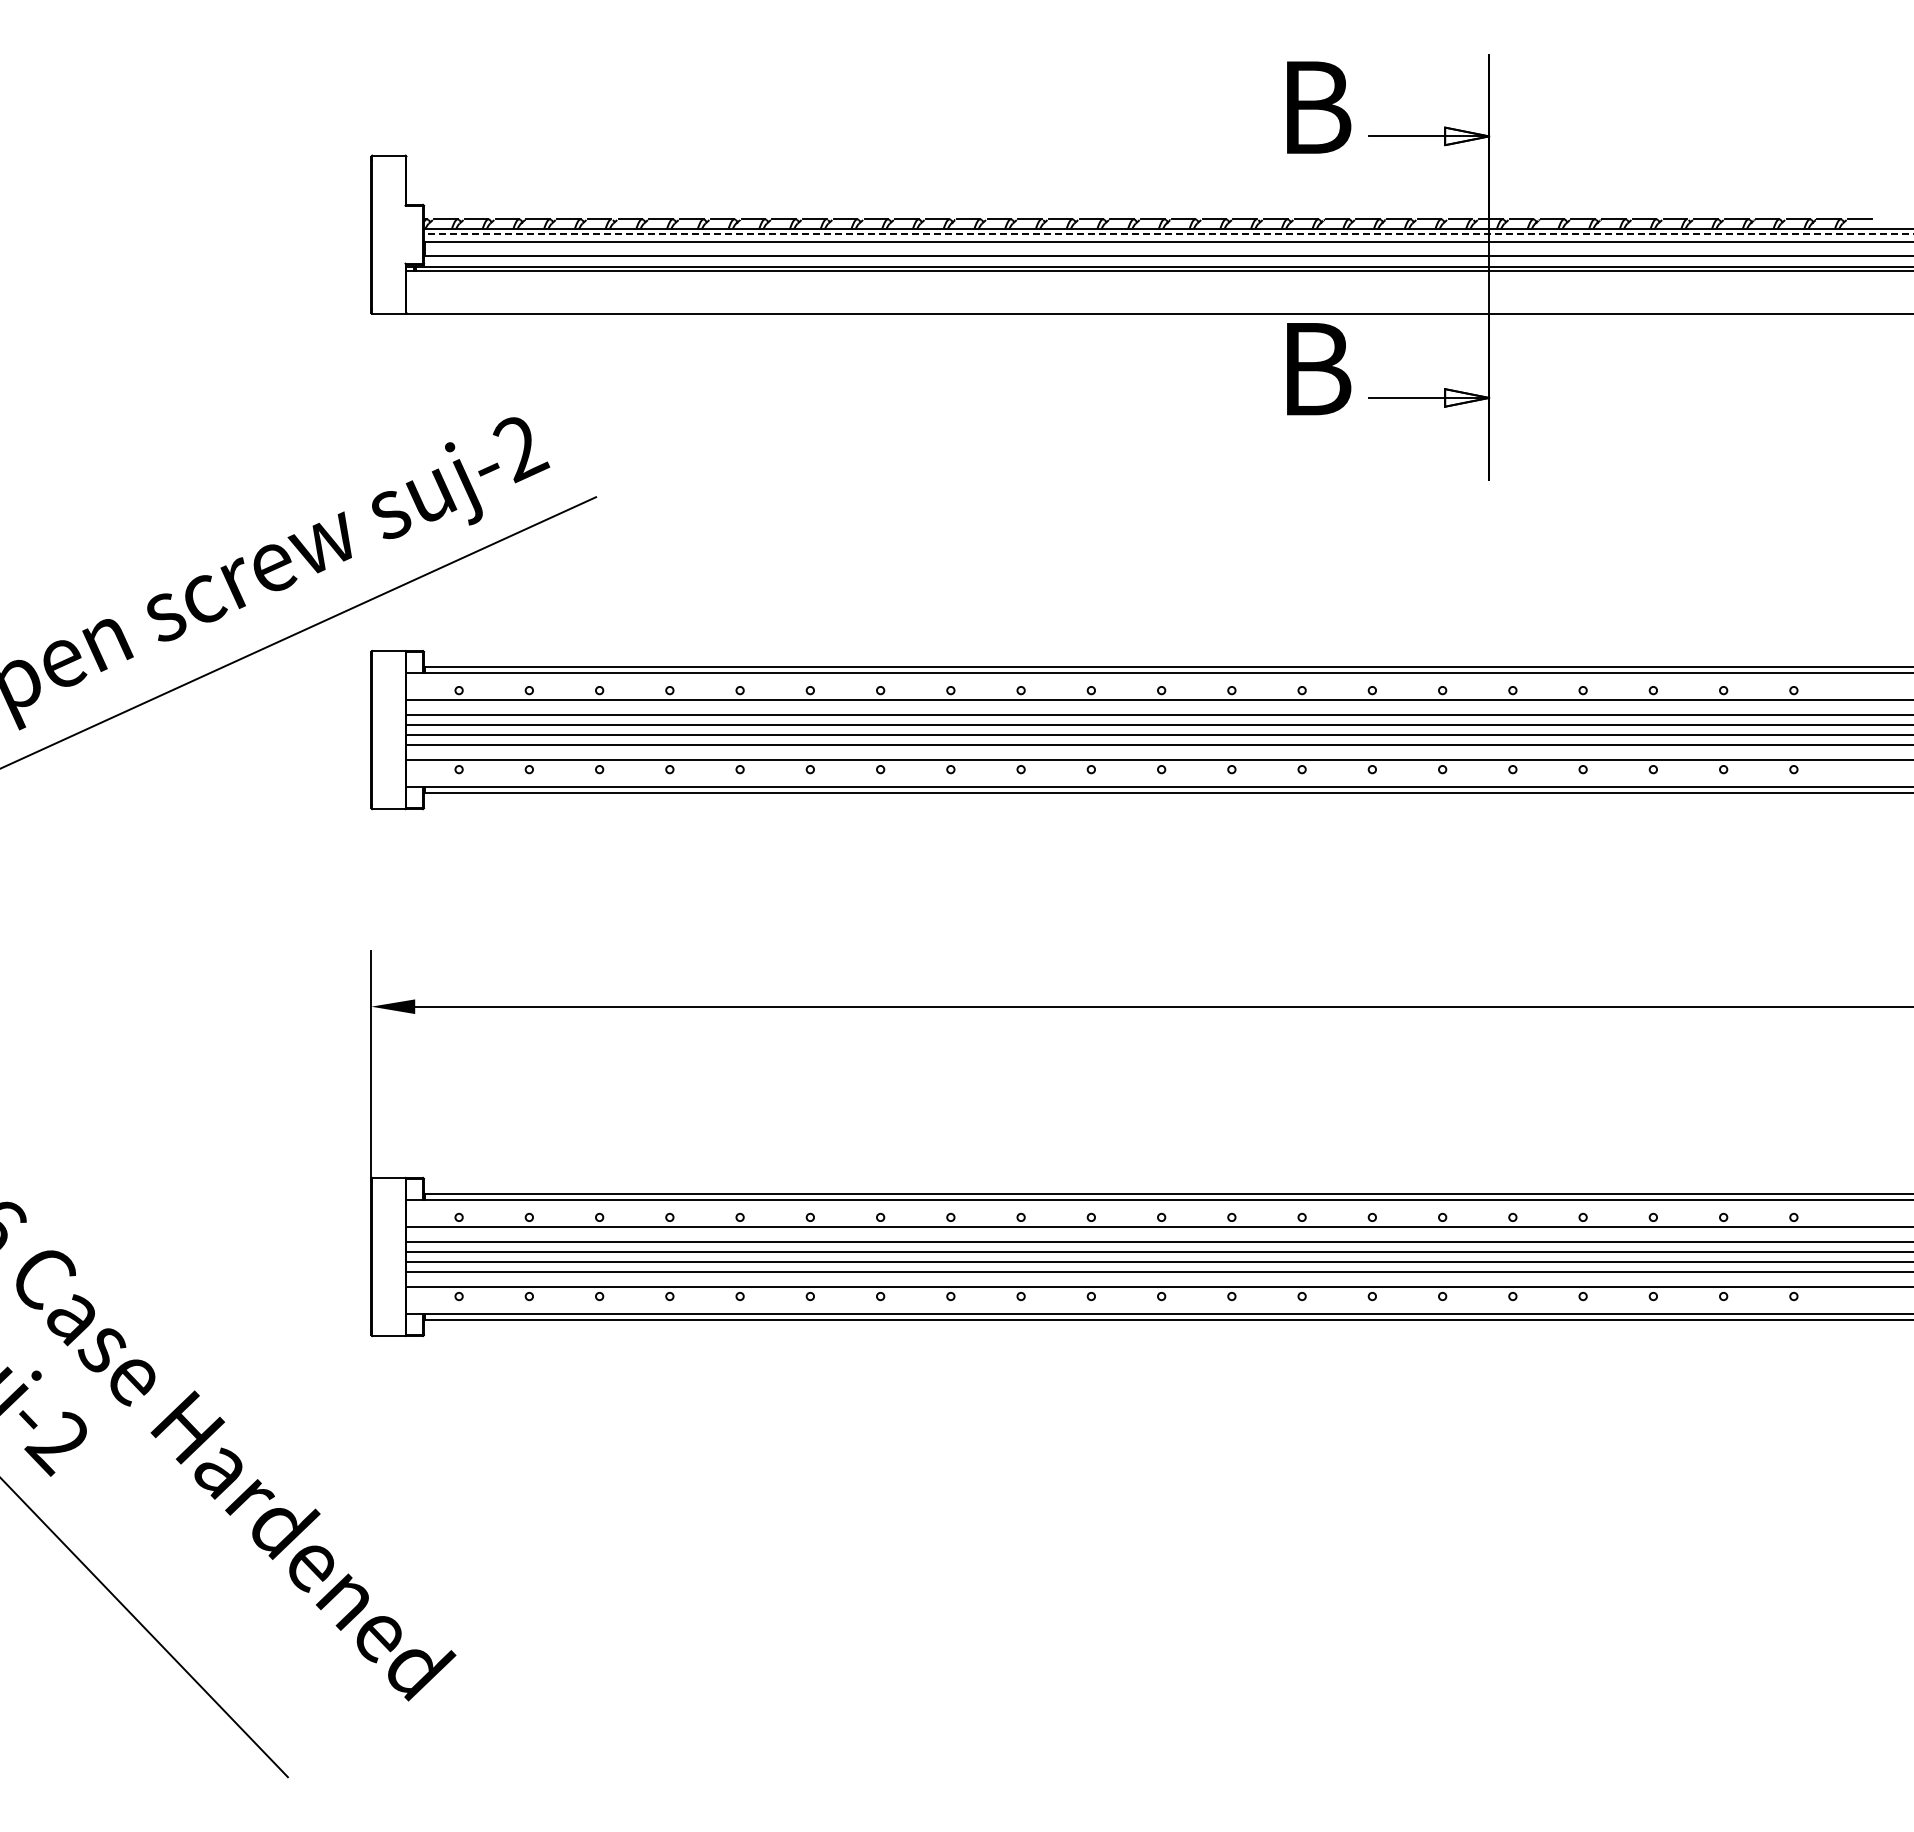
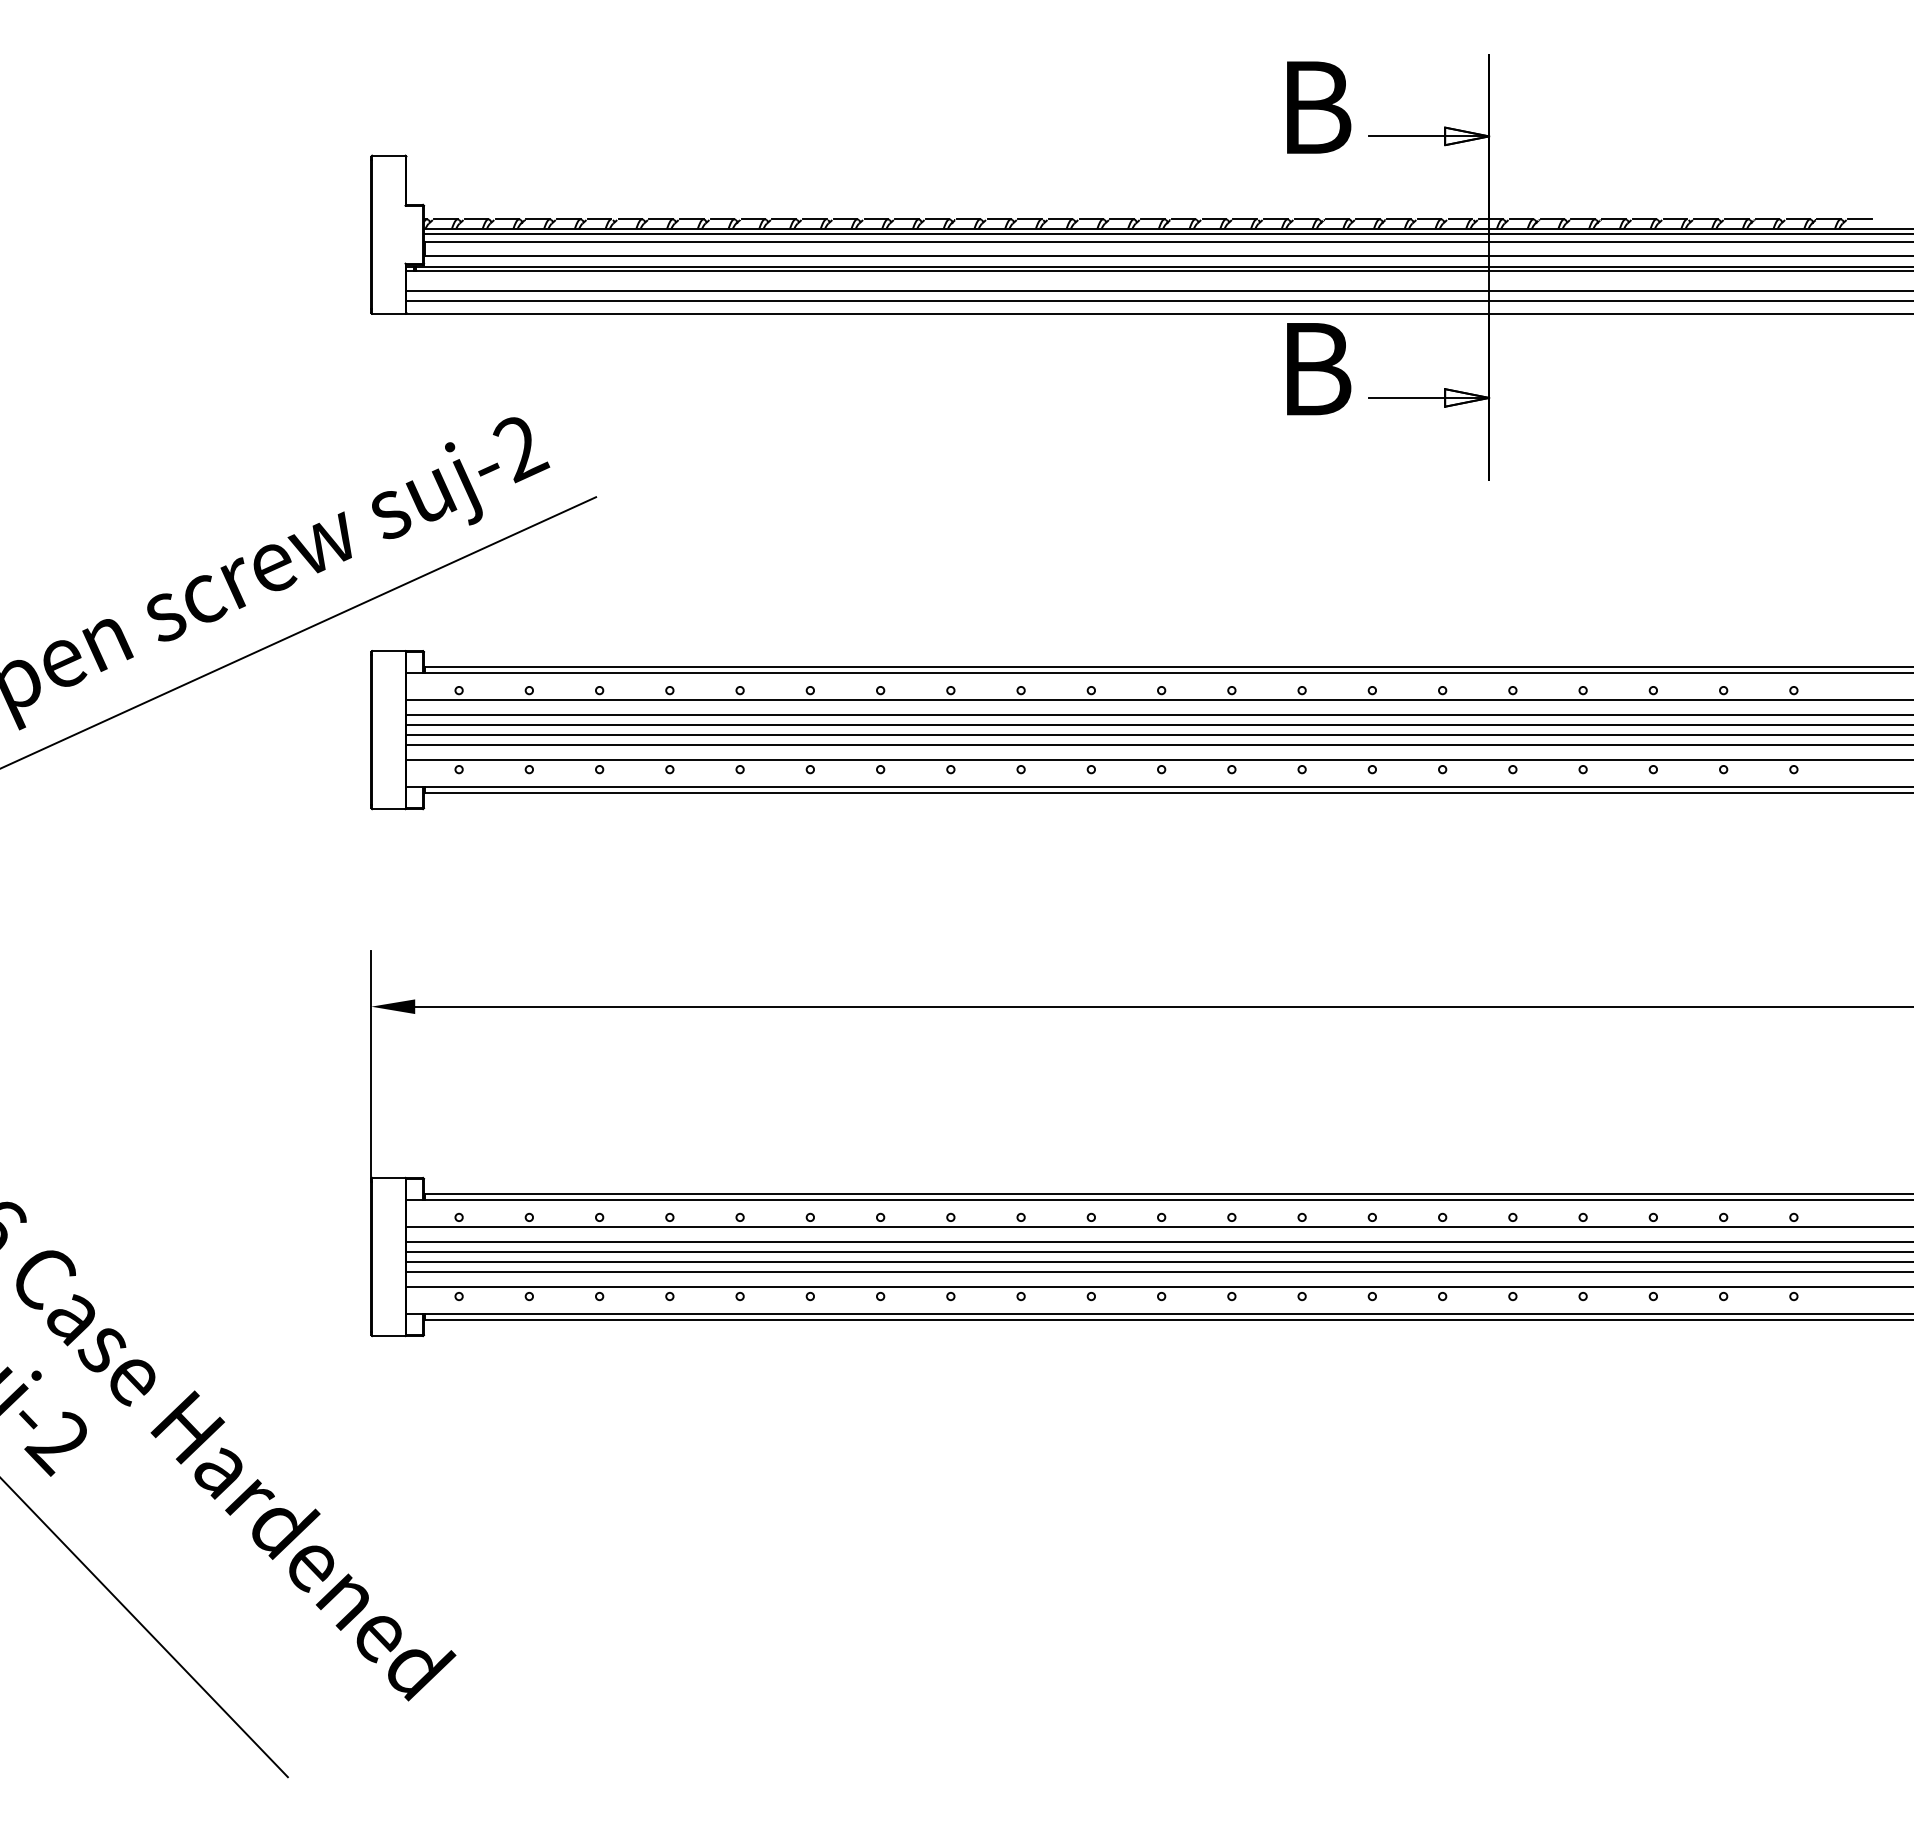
line at (1168, 234): dashed -> solid
line at (1158, 291): none -> present
line at (1158, 301): none -> present
